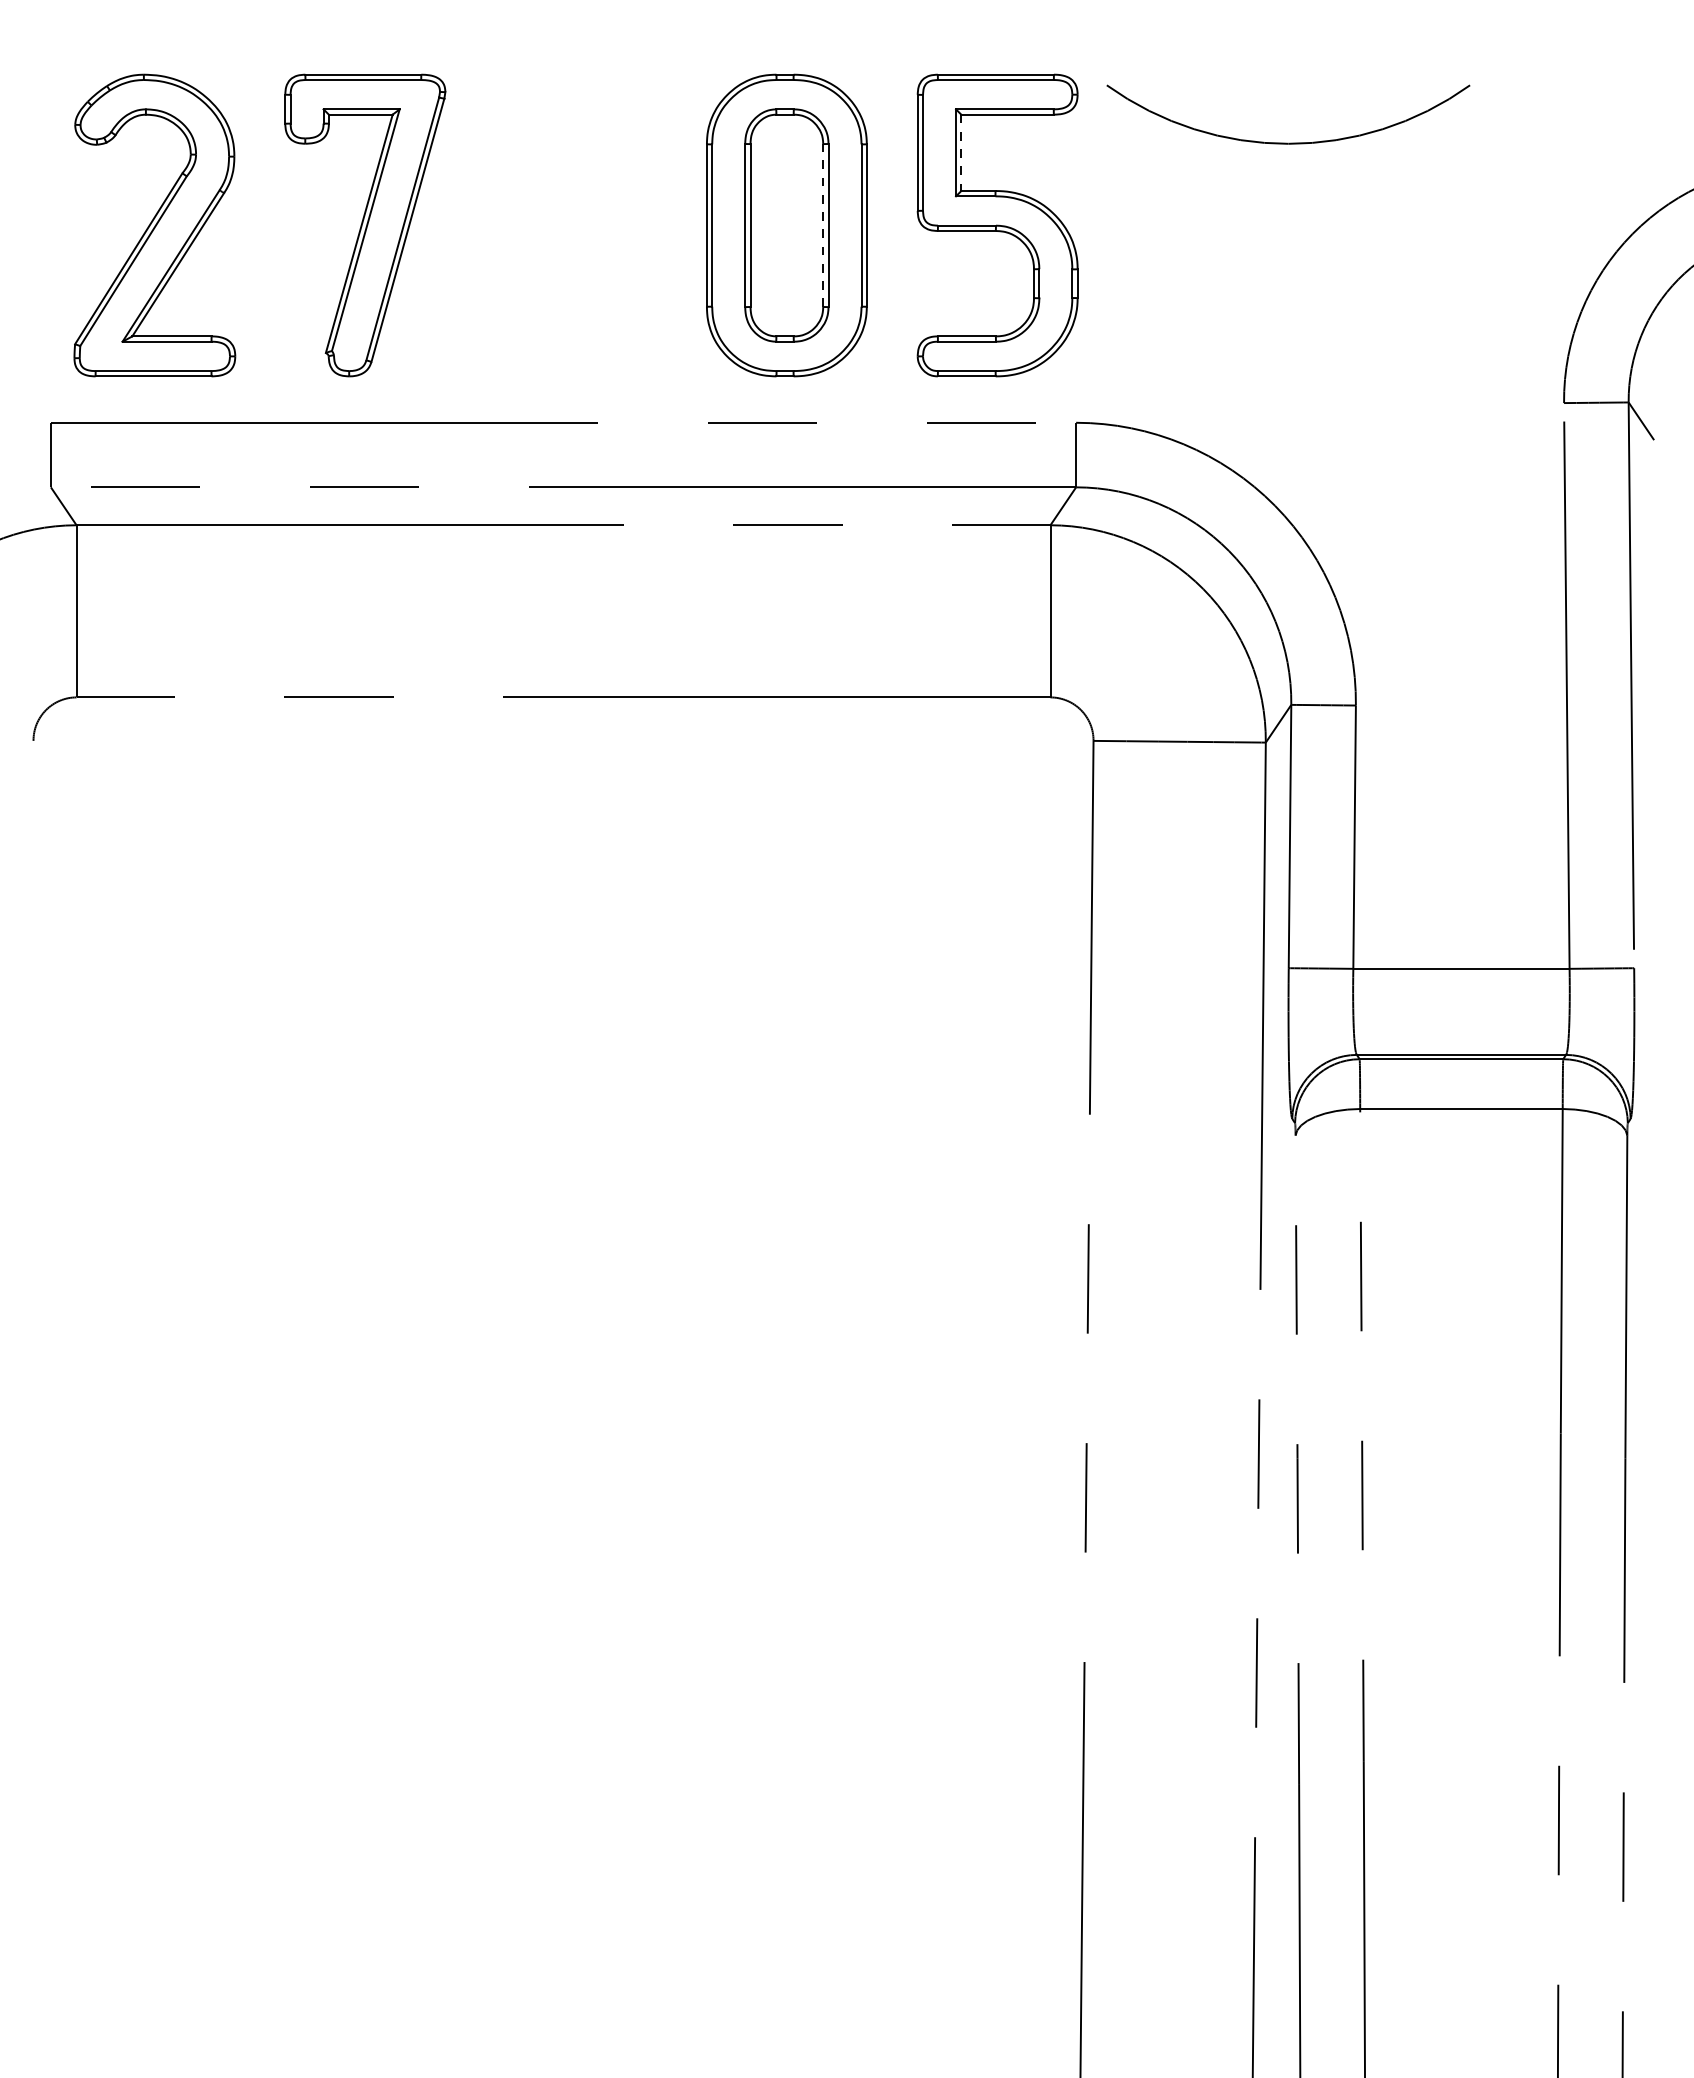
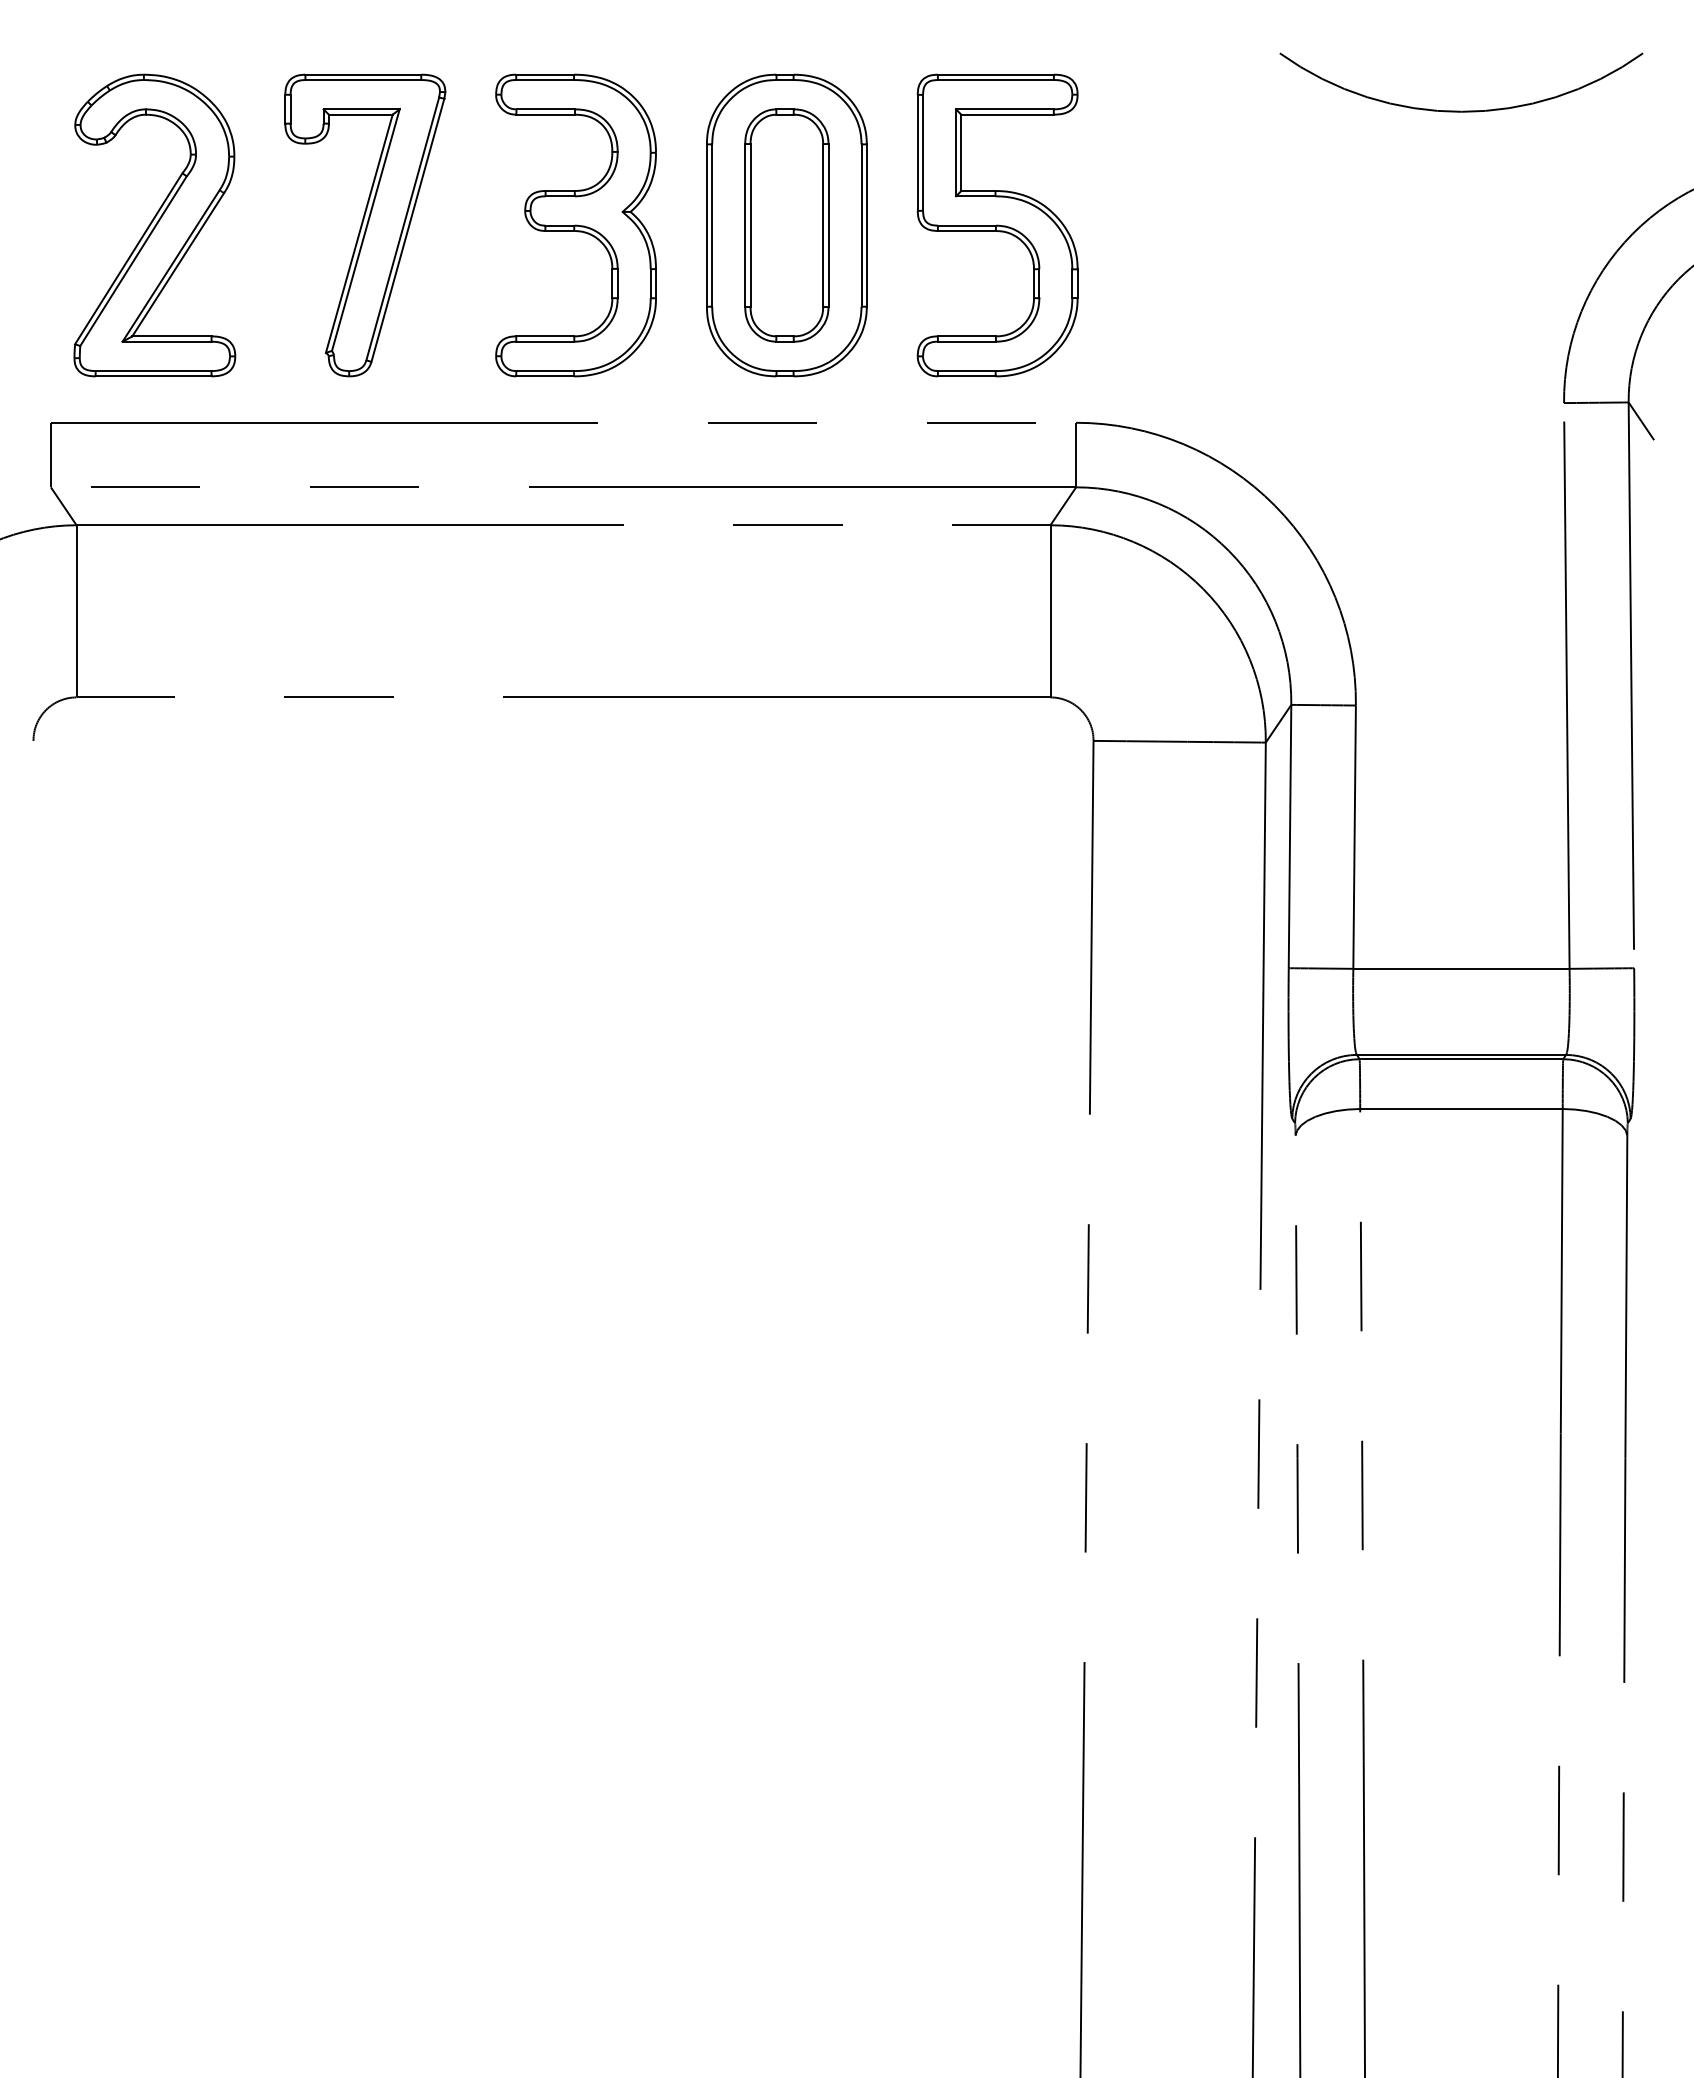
arc at (1288, 142) position: (1288, 142) -> (1461, 110)
line at (961, 153): dashed -> solid
part at (575, 225): none -> present
line at (823, 225): dashed -> solid
